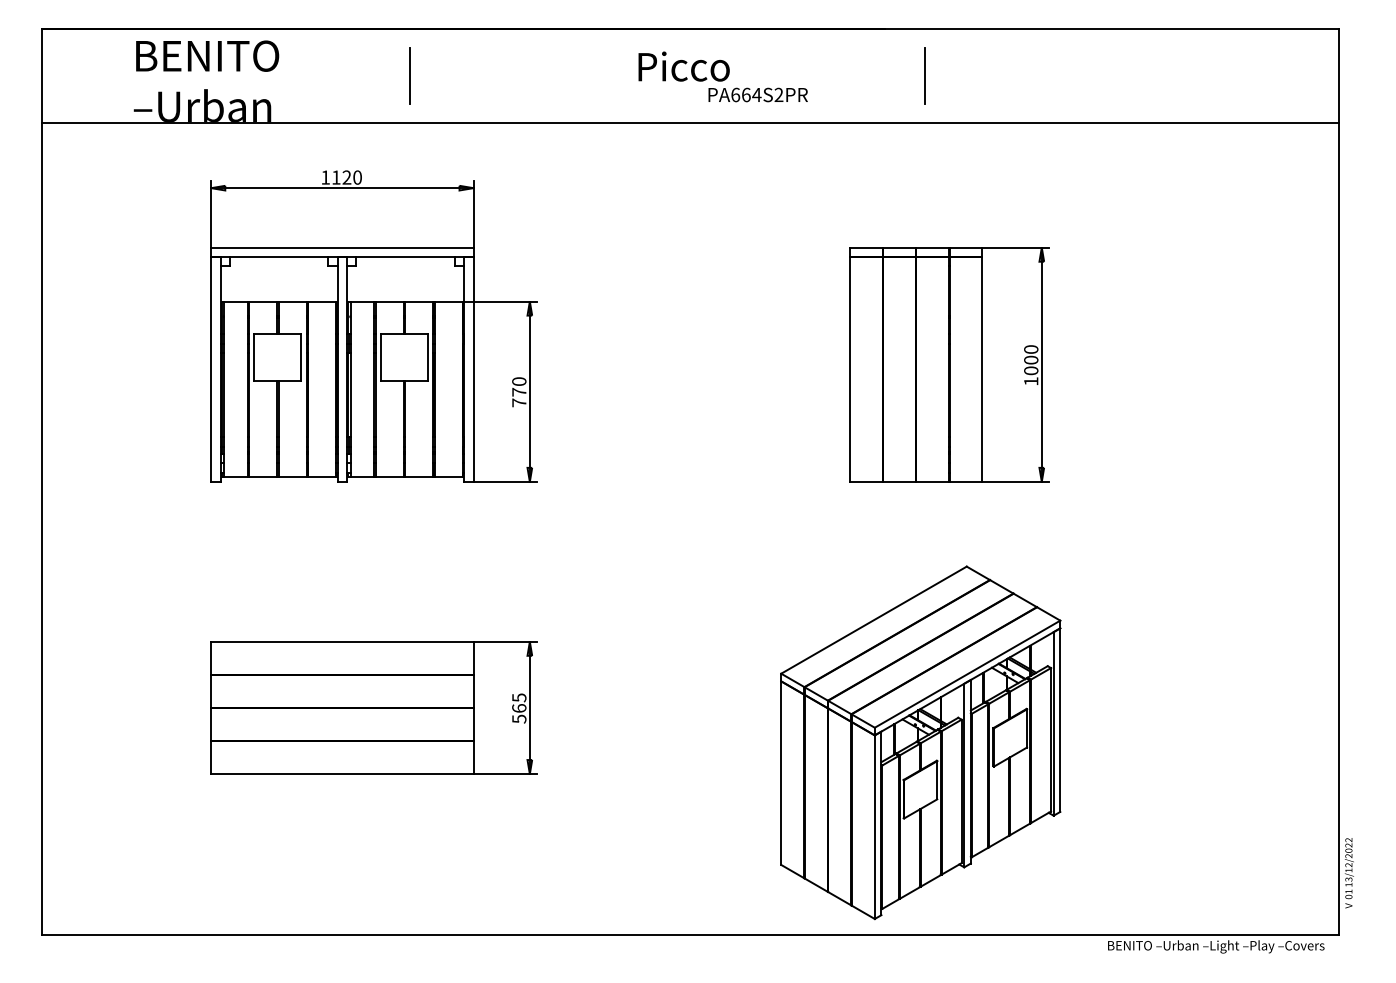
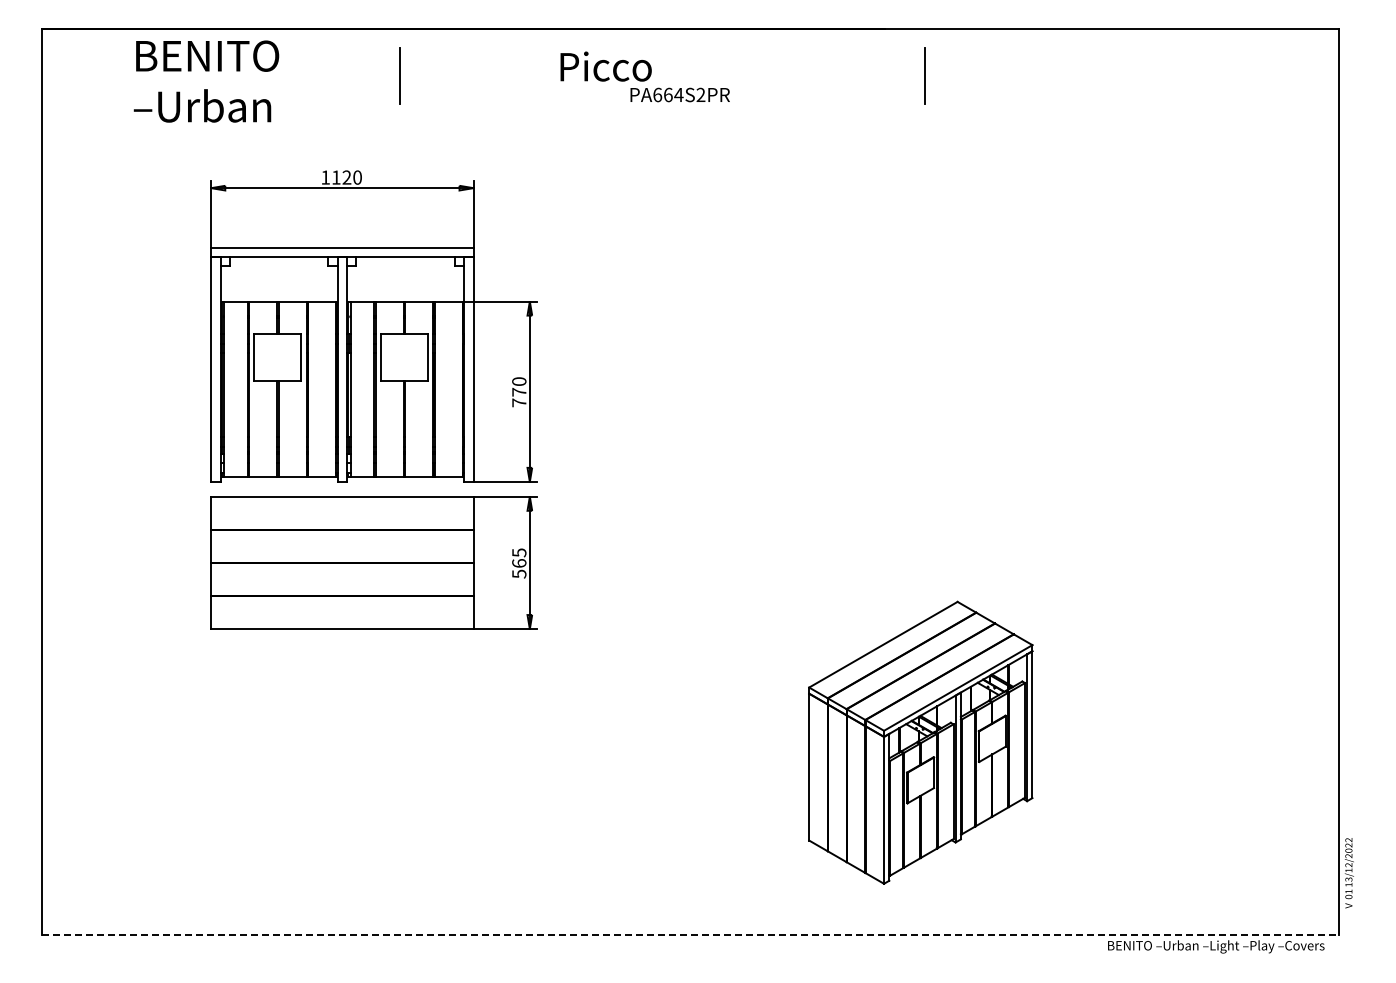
line at (409, 75) position: (409, 75) -> (399, 75)
text at (722, 76) position: (722, 76) -> (644, 76)
line at (690, 123): present -> none
part at (949, 364): present -> none
part at (373, 707) position: (373, 707) -> (373, 562)
part at (920, 742) size: 282x356 px -> 226x285 px
line at (690, 935): solid -> dashed
